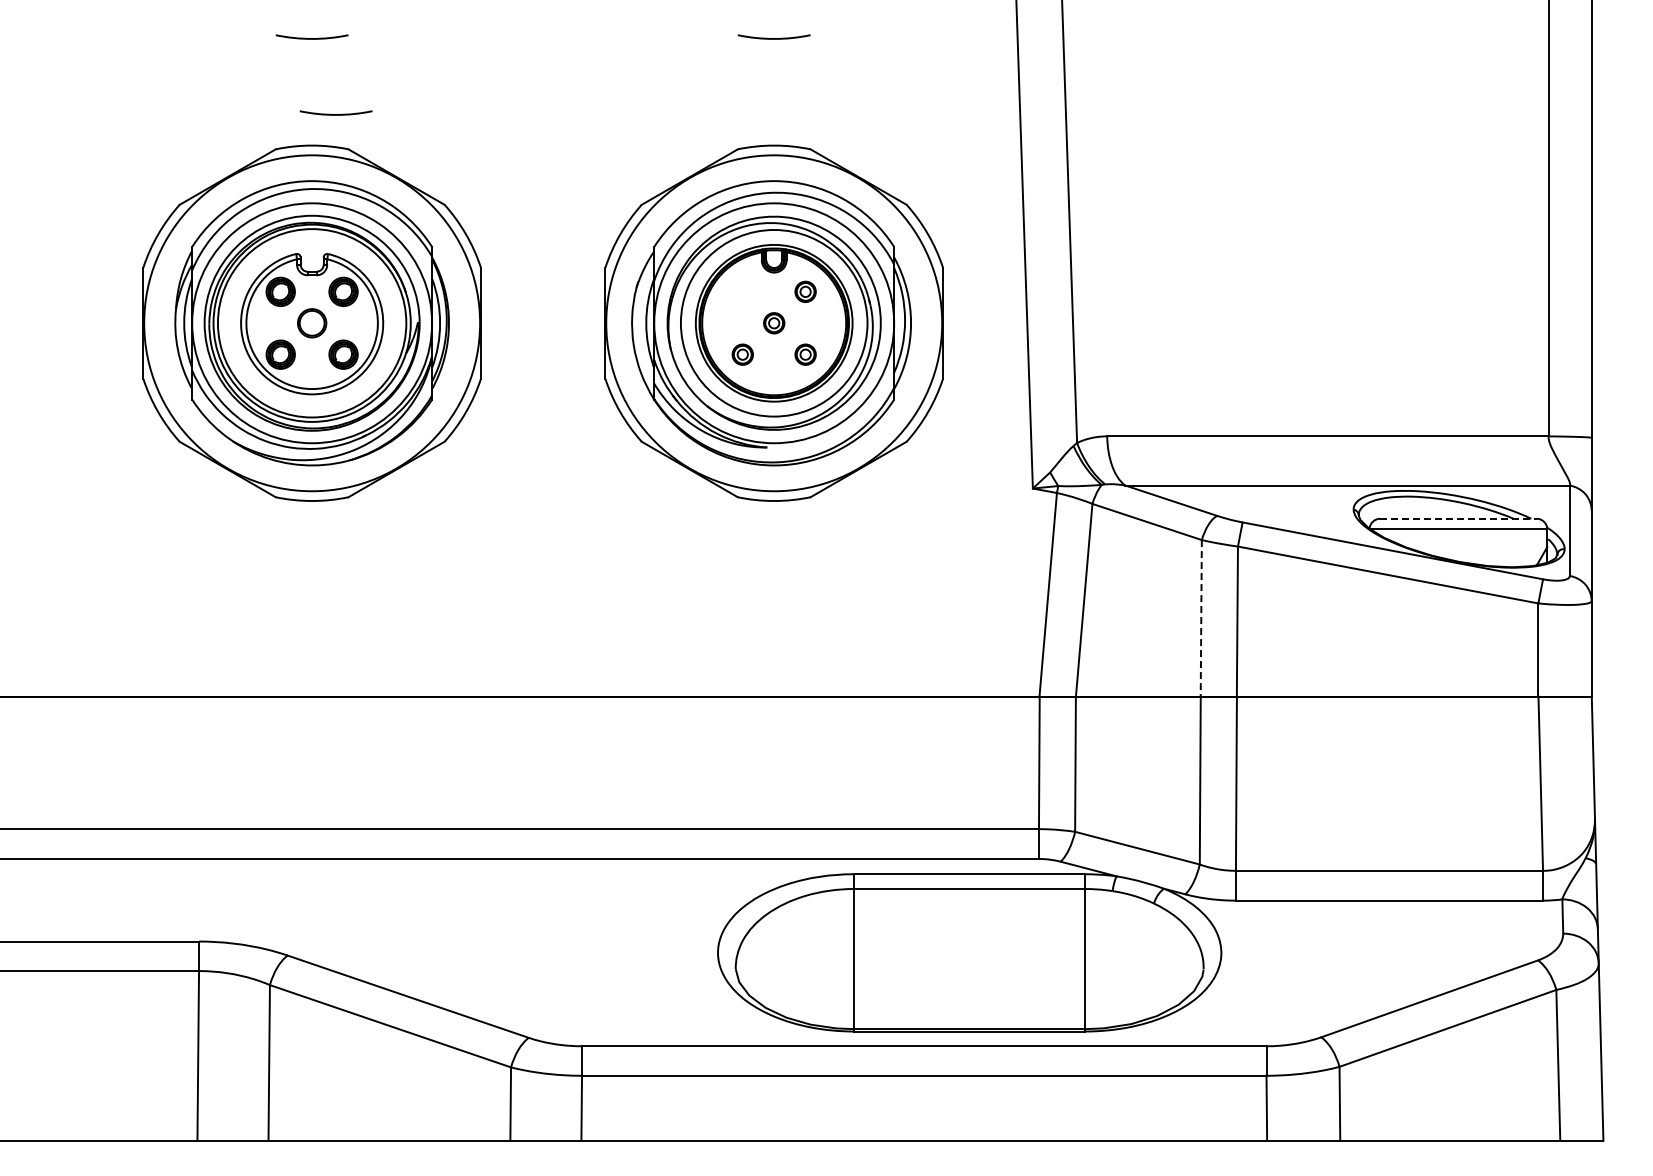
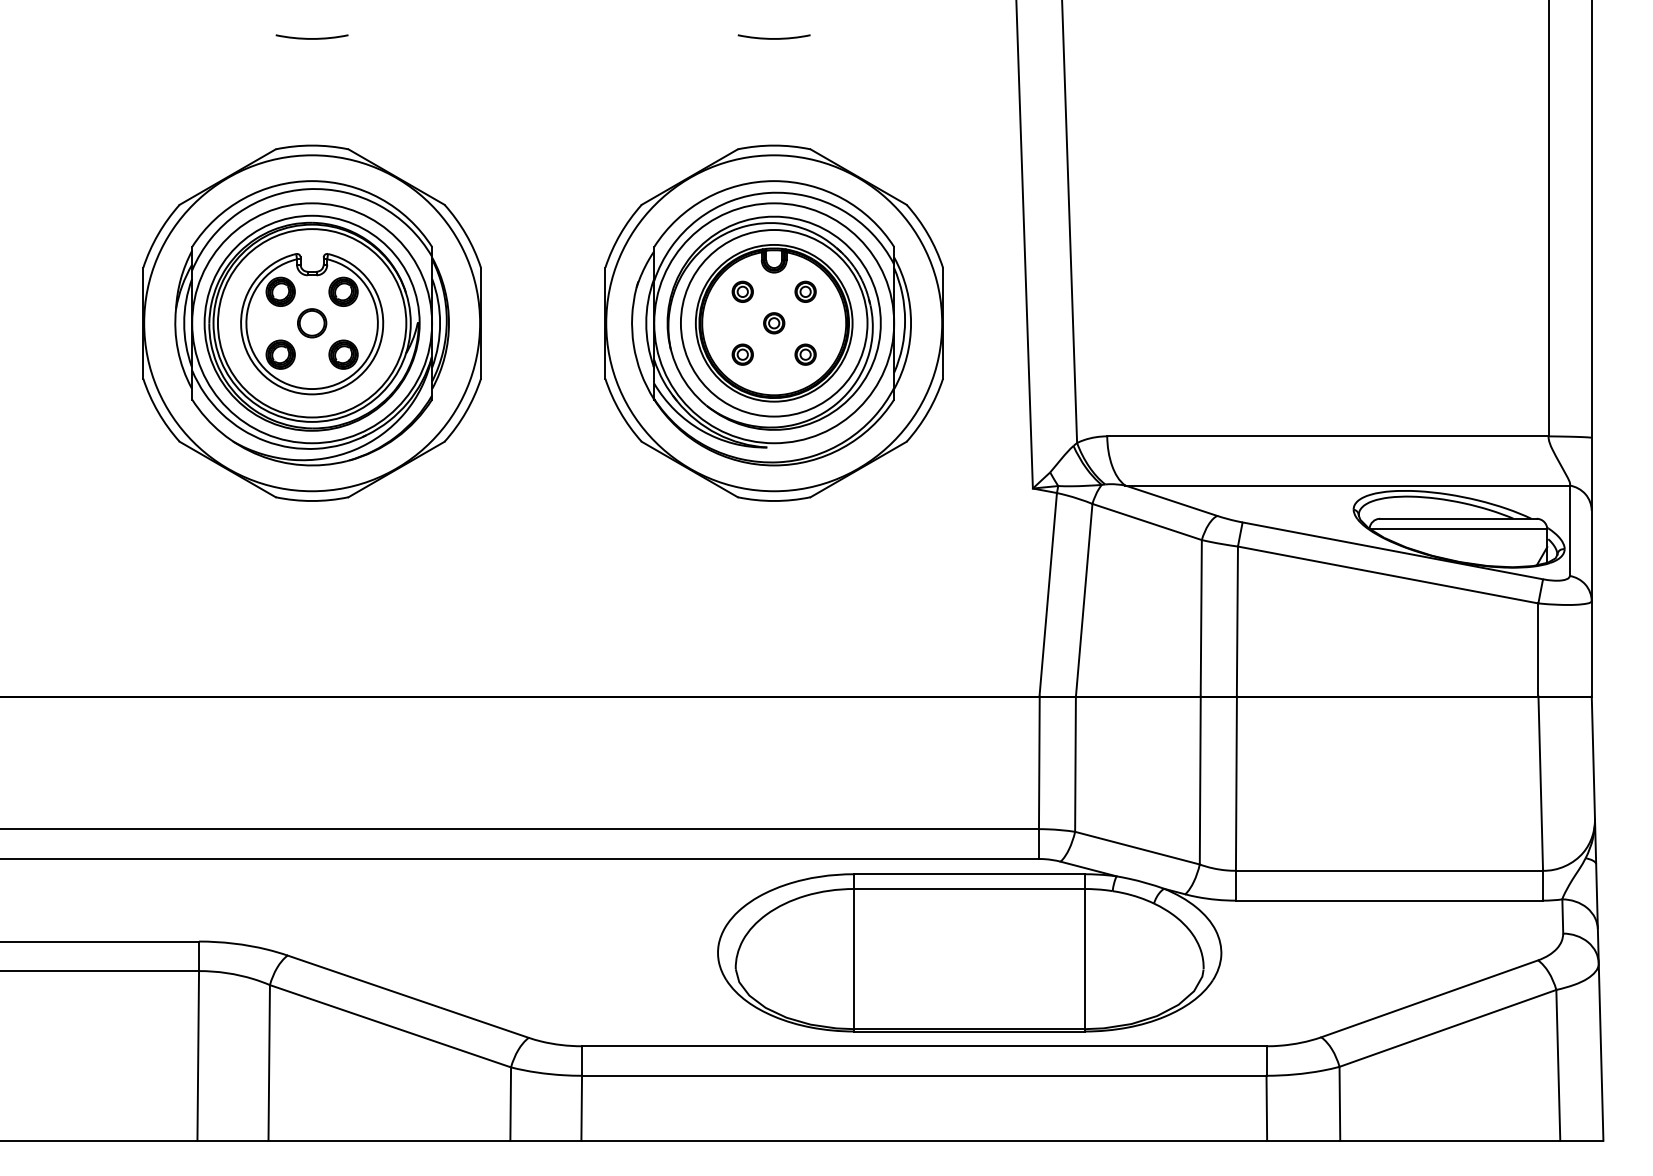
arc at (335, 114): present -> none
part at (742, 291): none -> present
line at (1458, 518): dashed -> solid
line at (1201, 618): dashed -> solid
